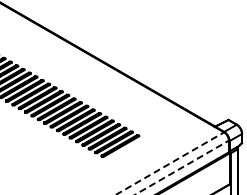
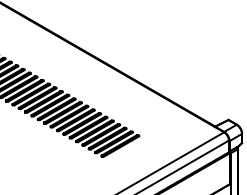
line at (170, 163): dashed -> solid
line at (182, 167): dashed -> solid
